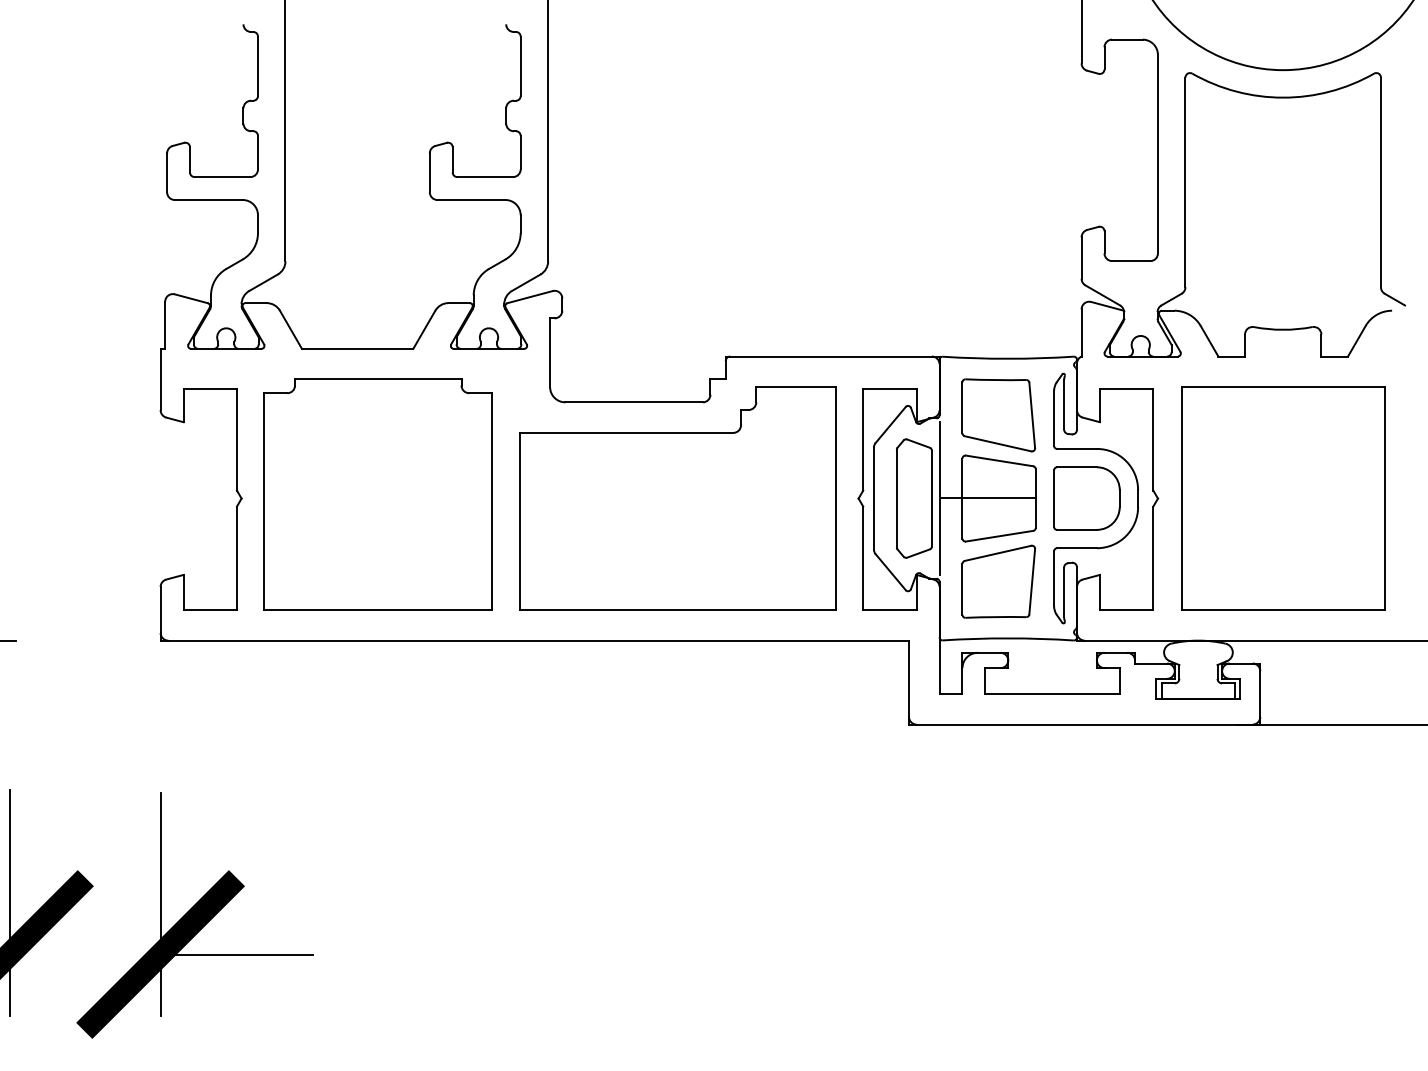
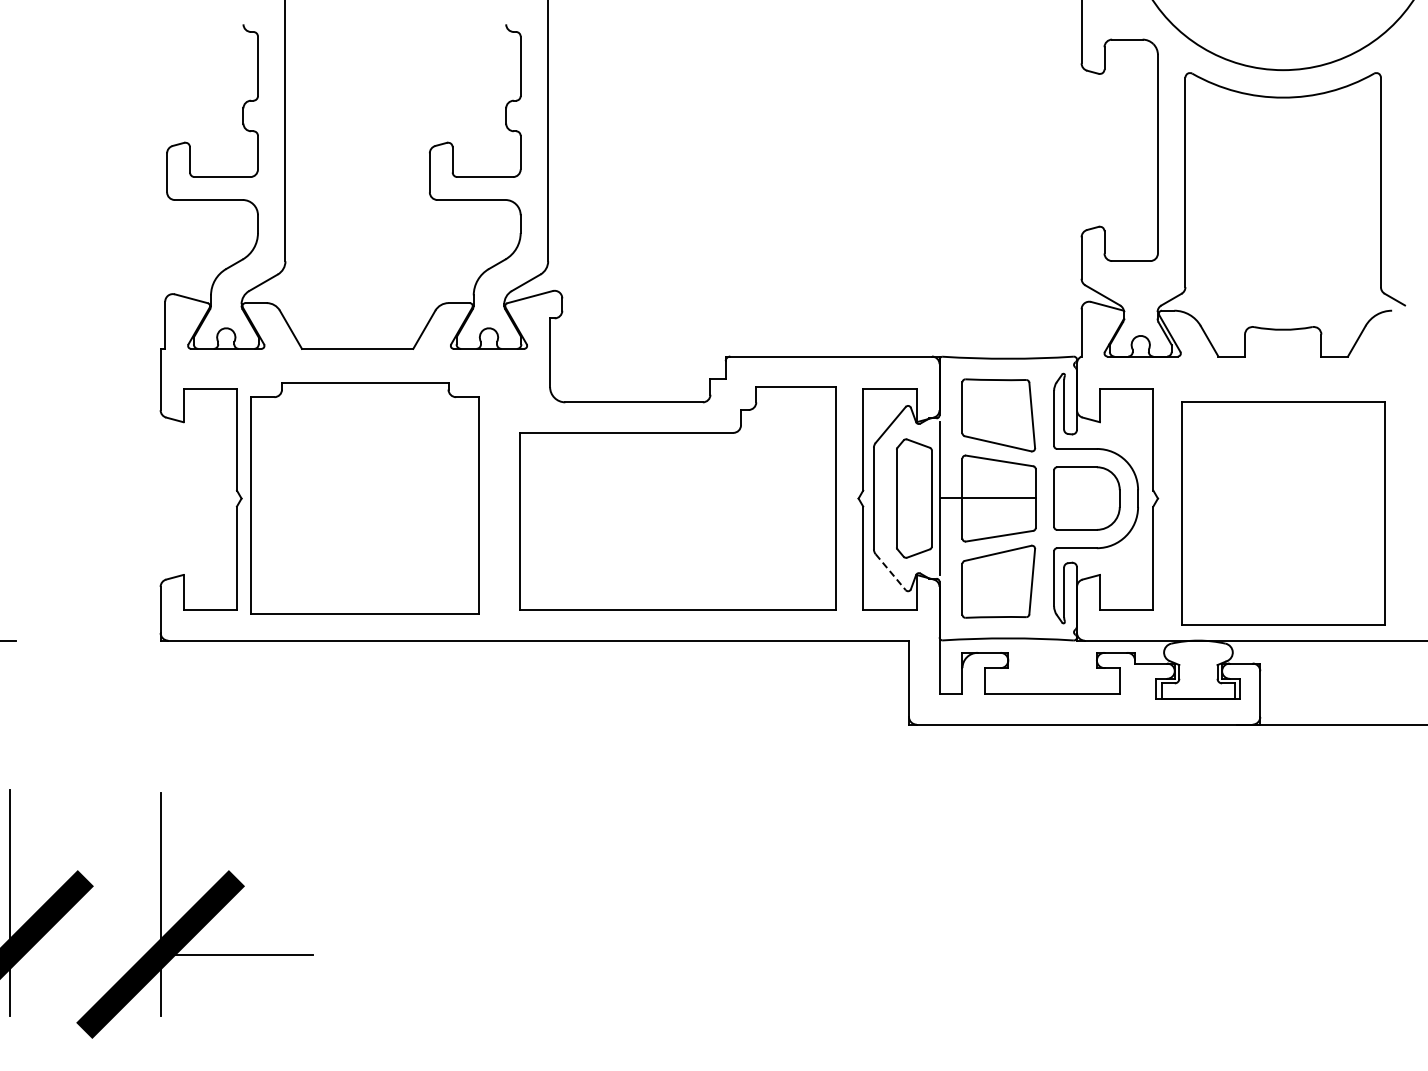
part at (377, 494) position: (377, 494) -> (364, 498)
part at (1283, 498) position: (1283, 498) -> (1283, 513)
line at (891, 572): solid -> dashed
